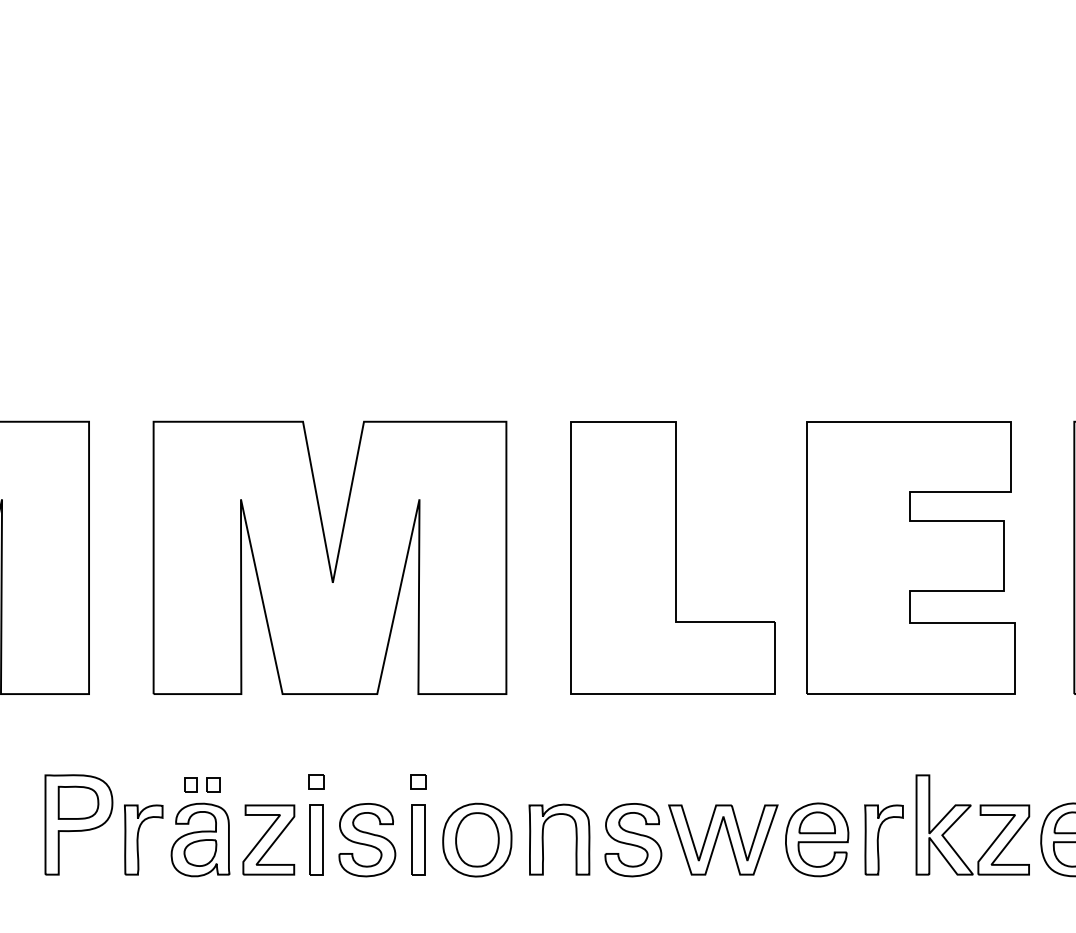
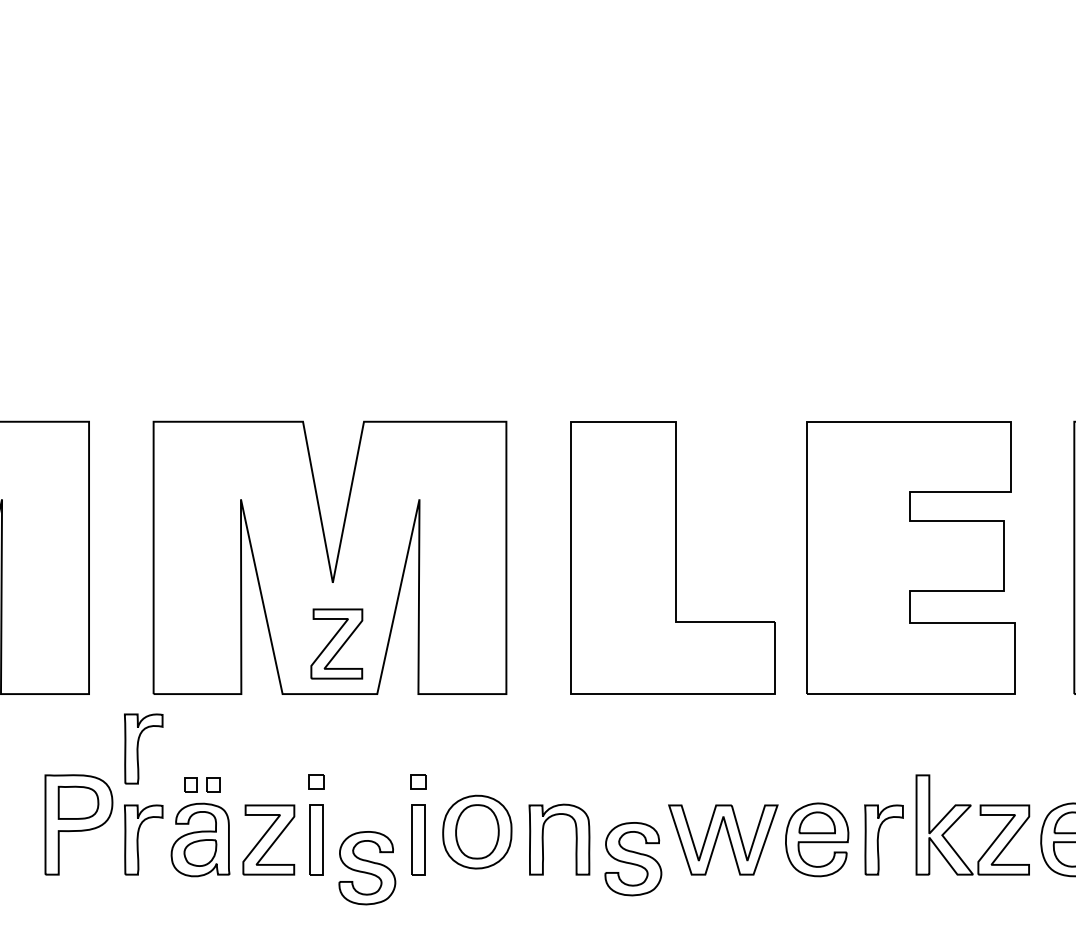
part at (336, 643): none -> present
part at (143, 748): none -> present
part at (477, 839) position: (477, 839) -> (477, 831)
part at (367, 840) position: (367, 840) -> (367, 868)
part at (633, 840) position: (633, 840) -> (633, 859)
